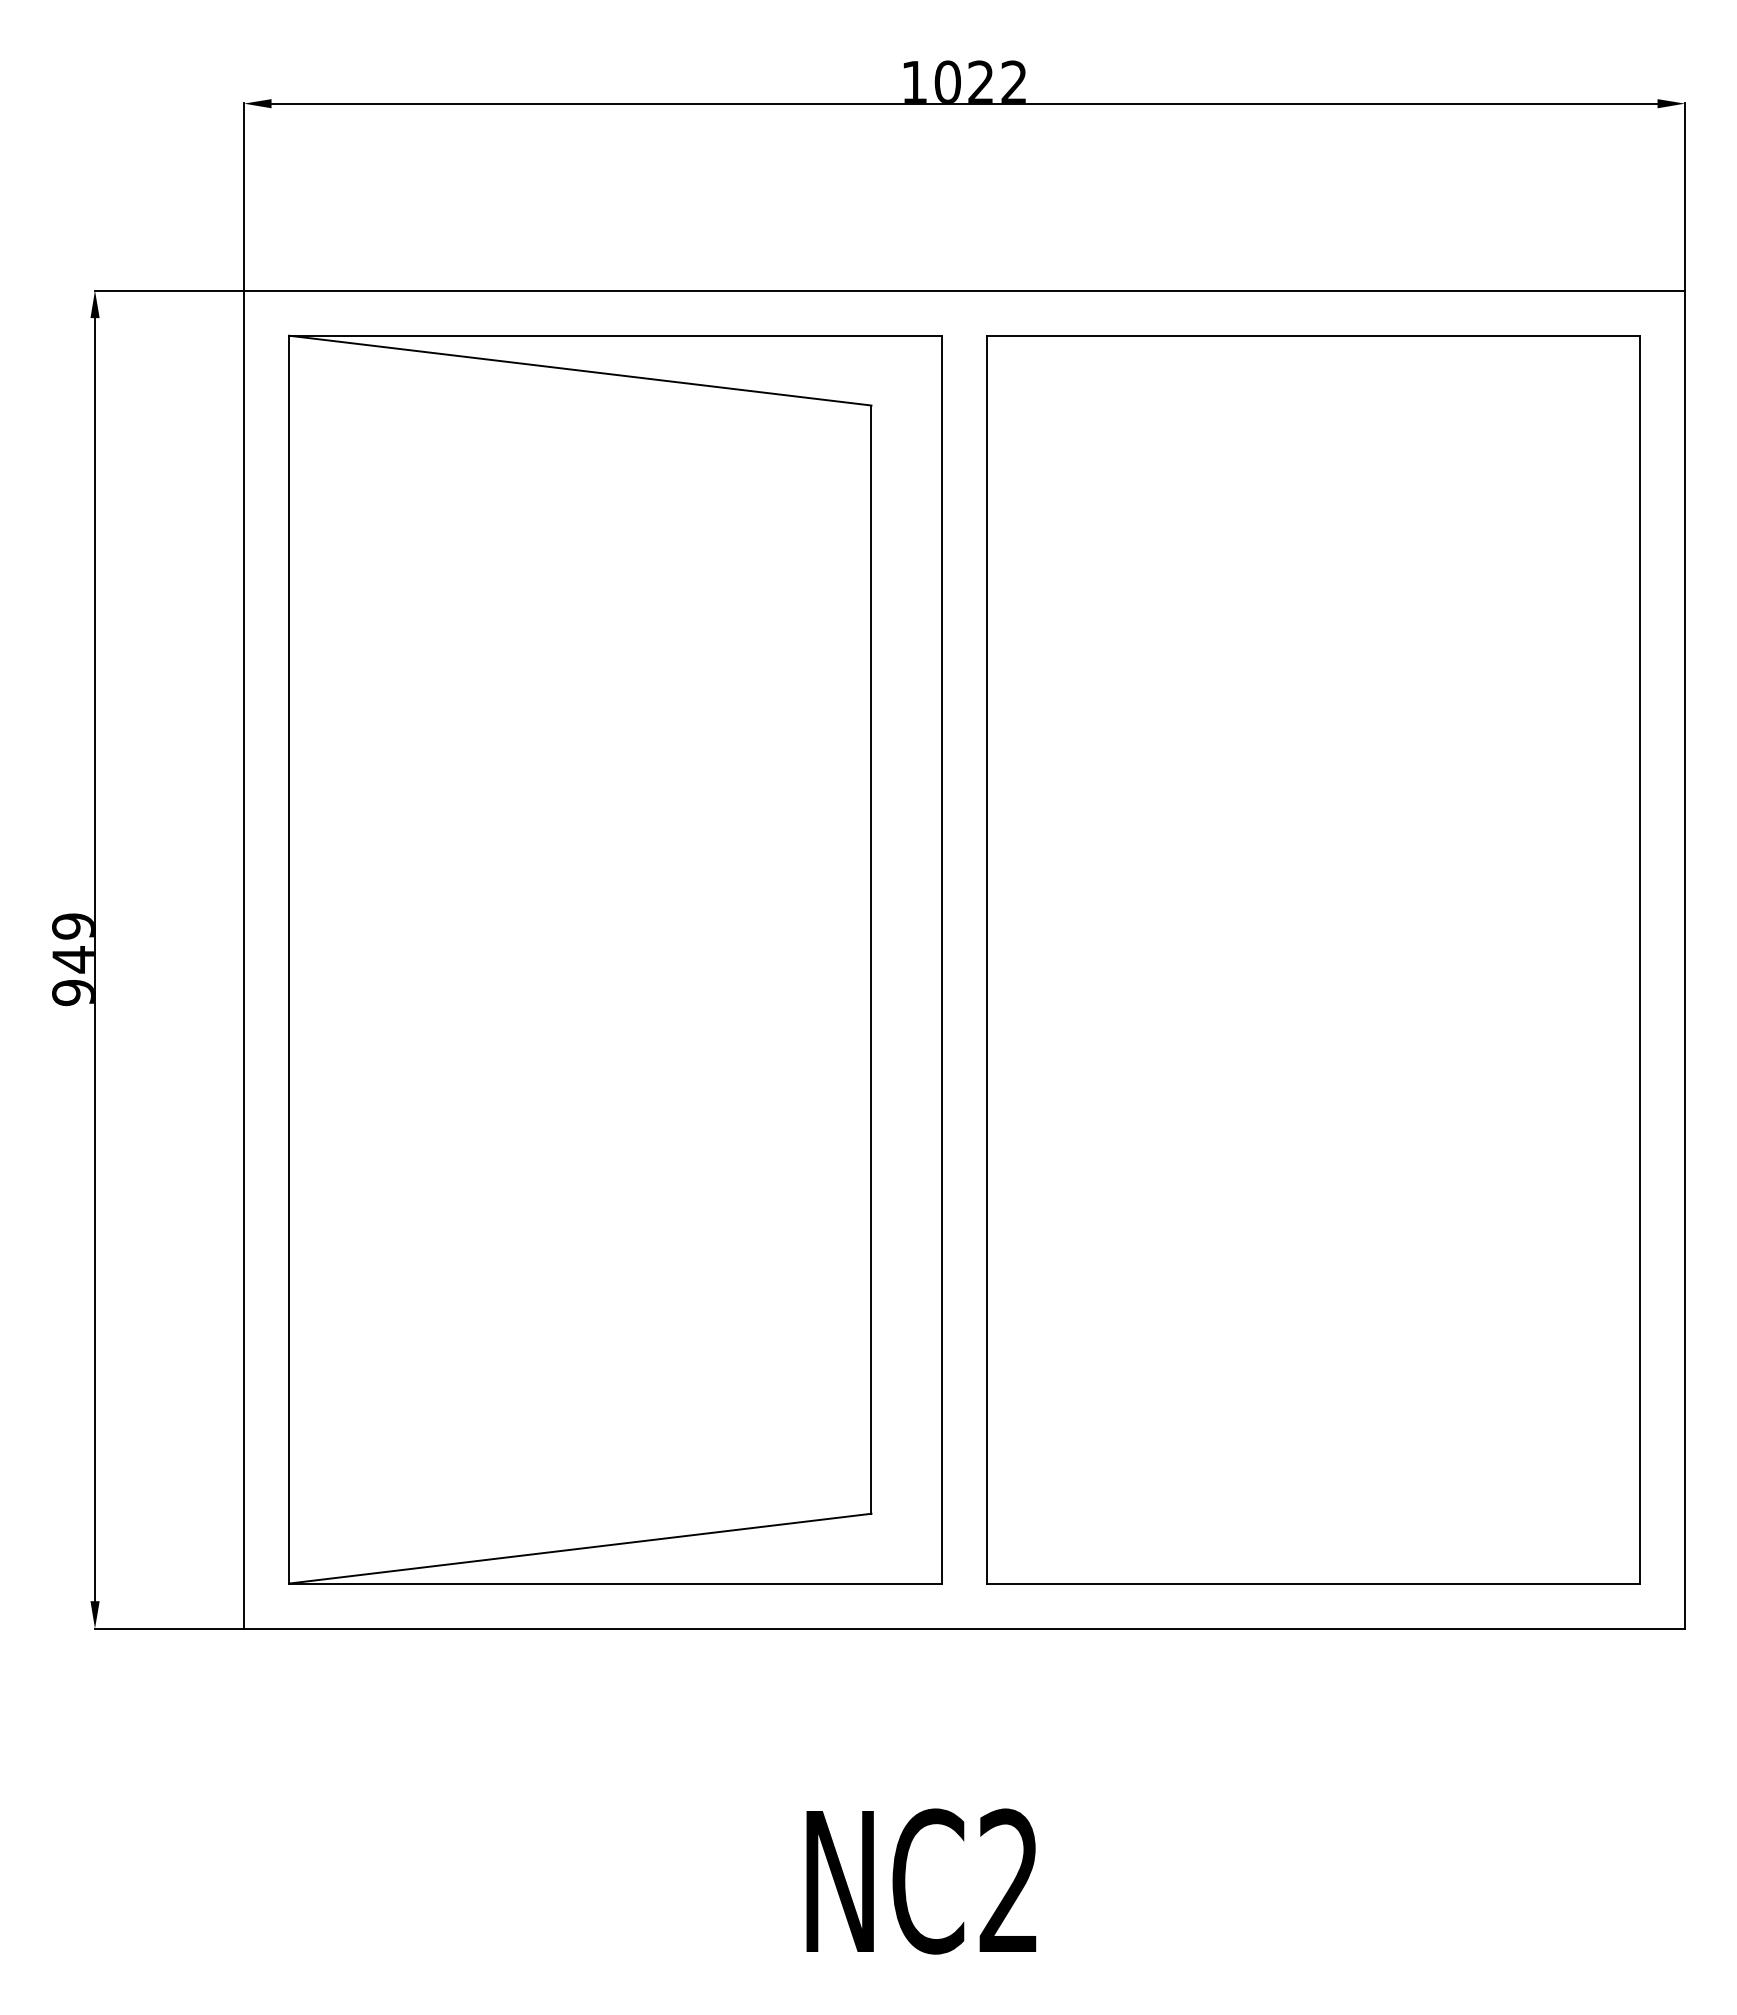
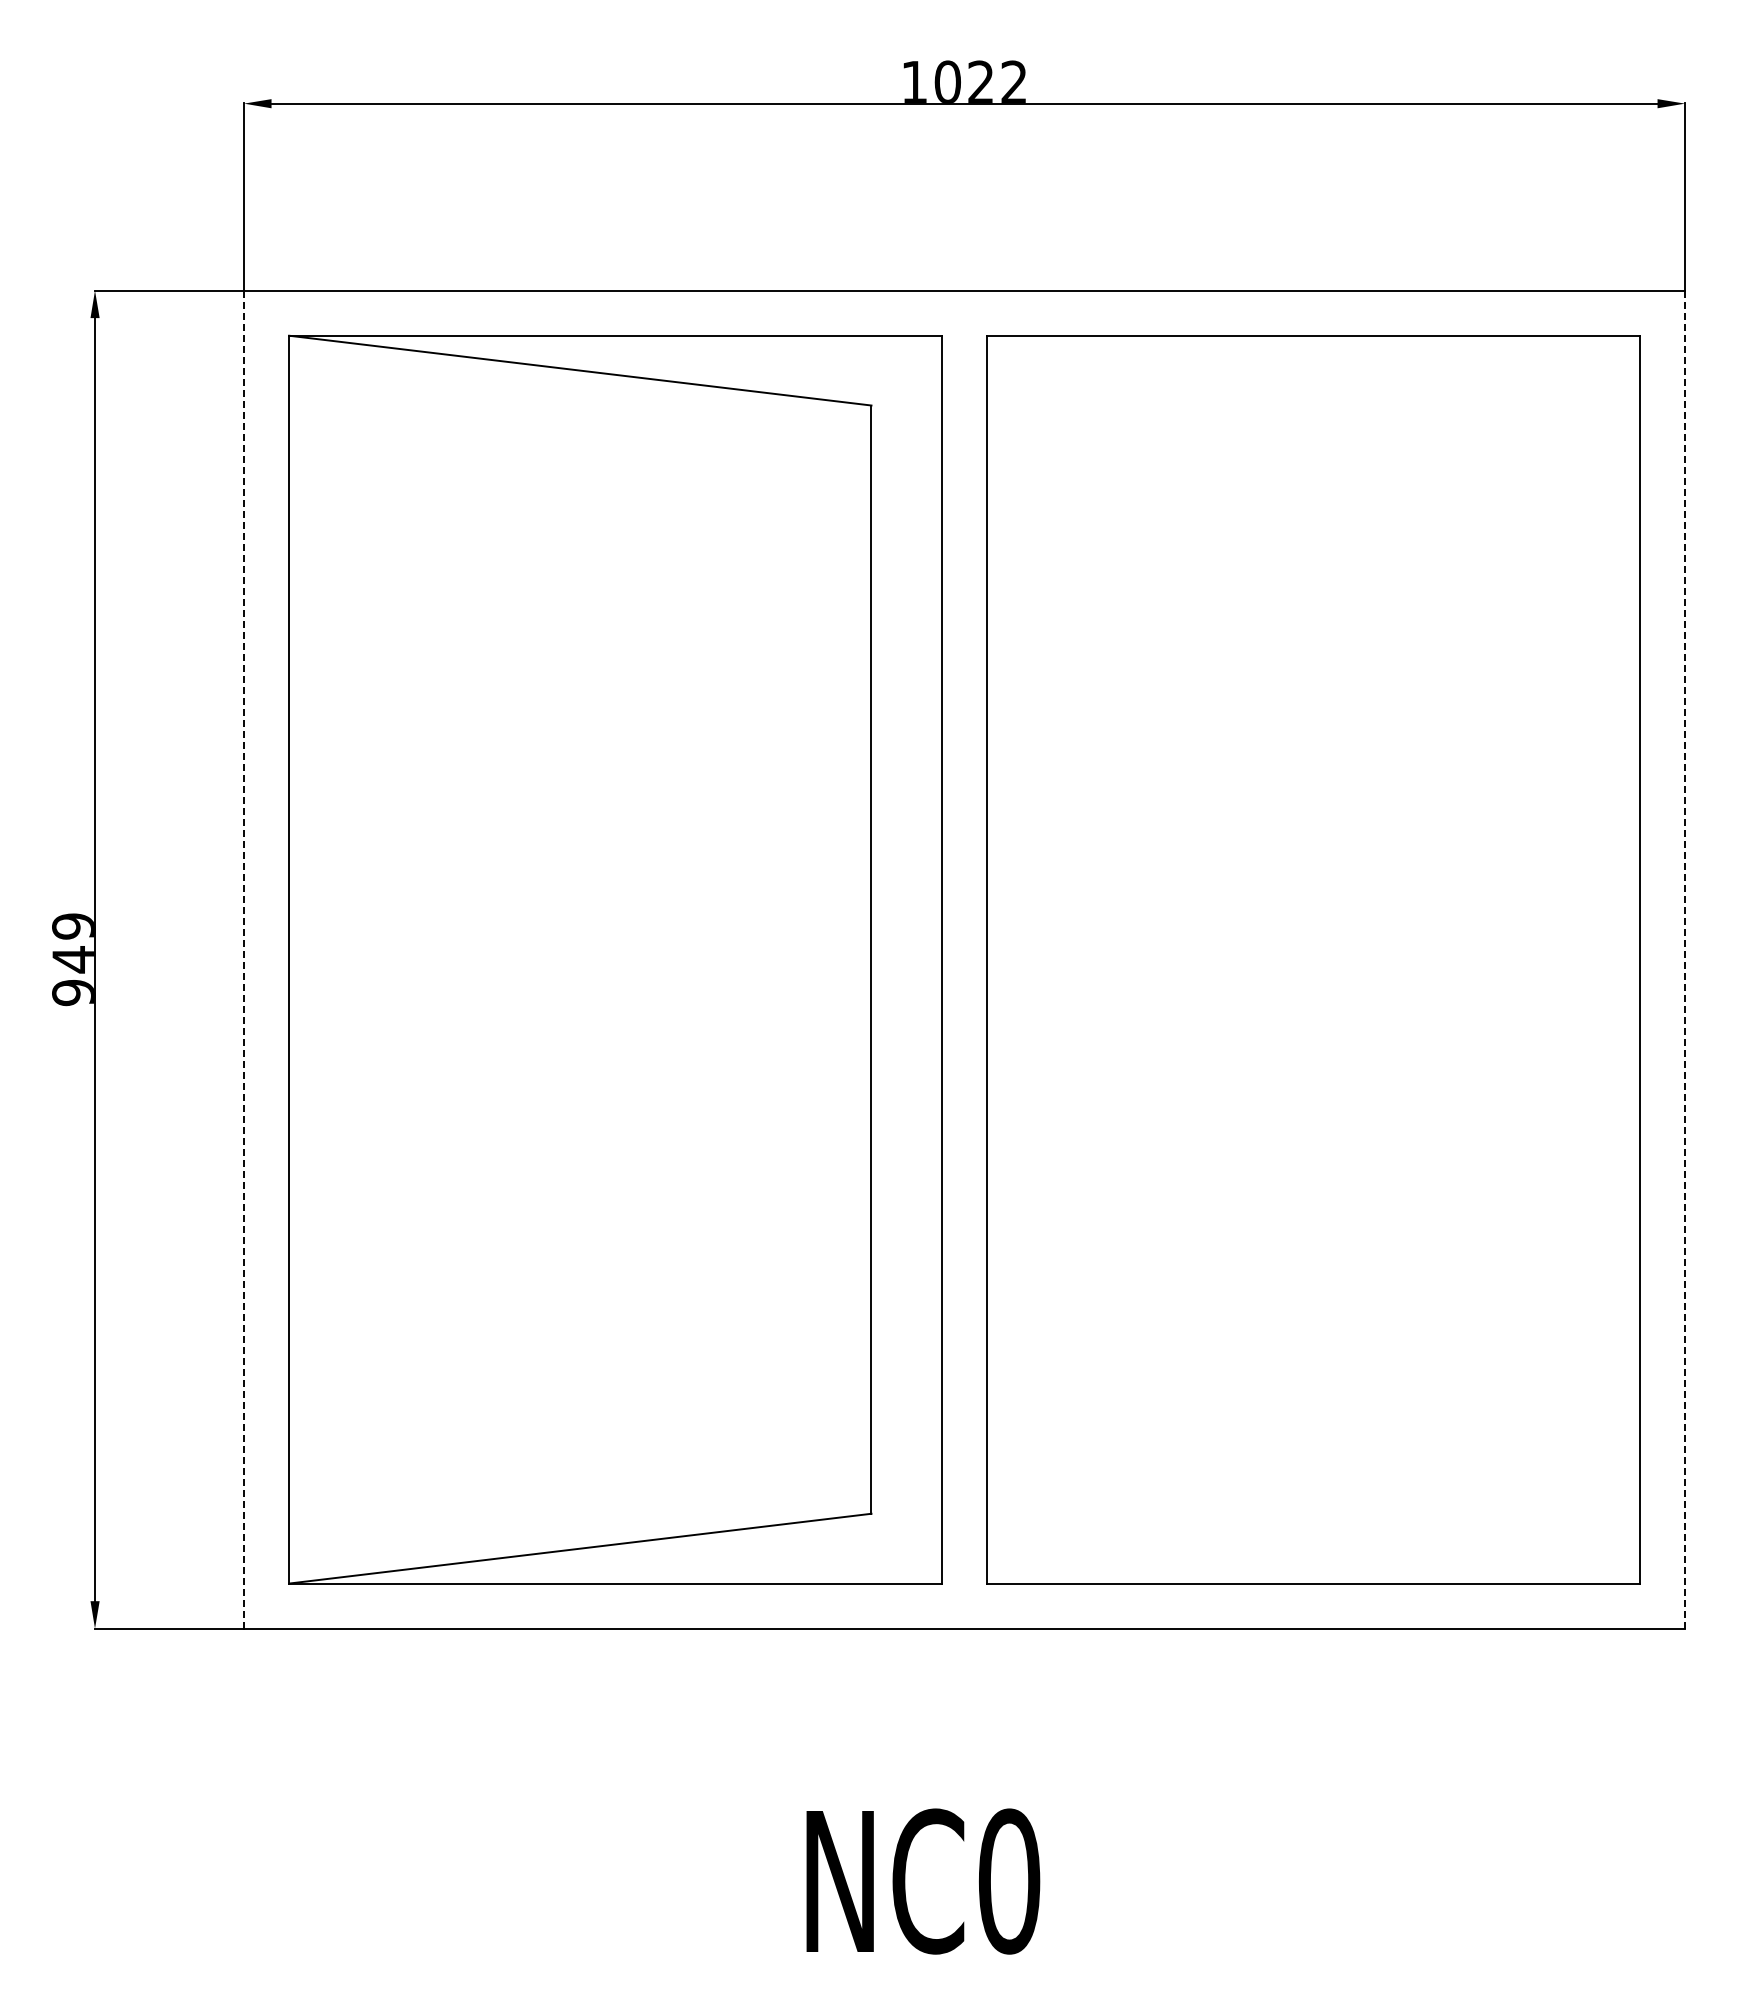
line at (1685, 959): solid -> dashed
line at (244, 960): solid -> dashed
text at (1009, 1881): NC2 -> NC0
